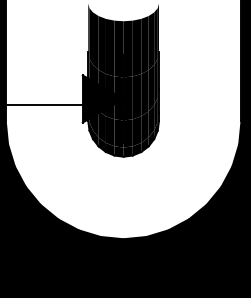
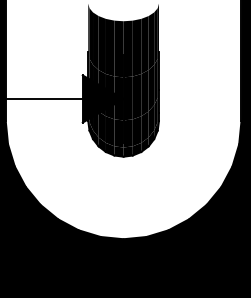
line at (42, 105) position: (42, 105) -> (42, 99)
